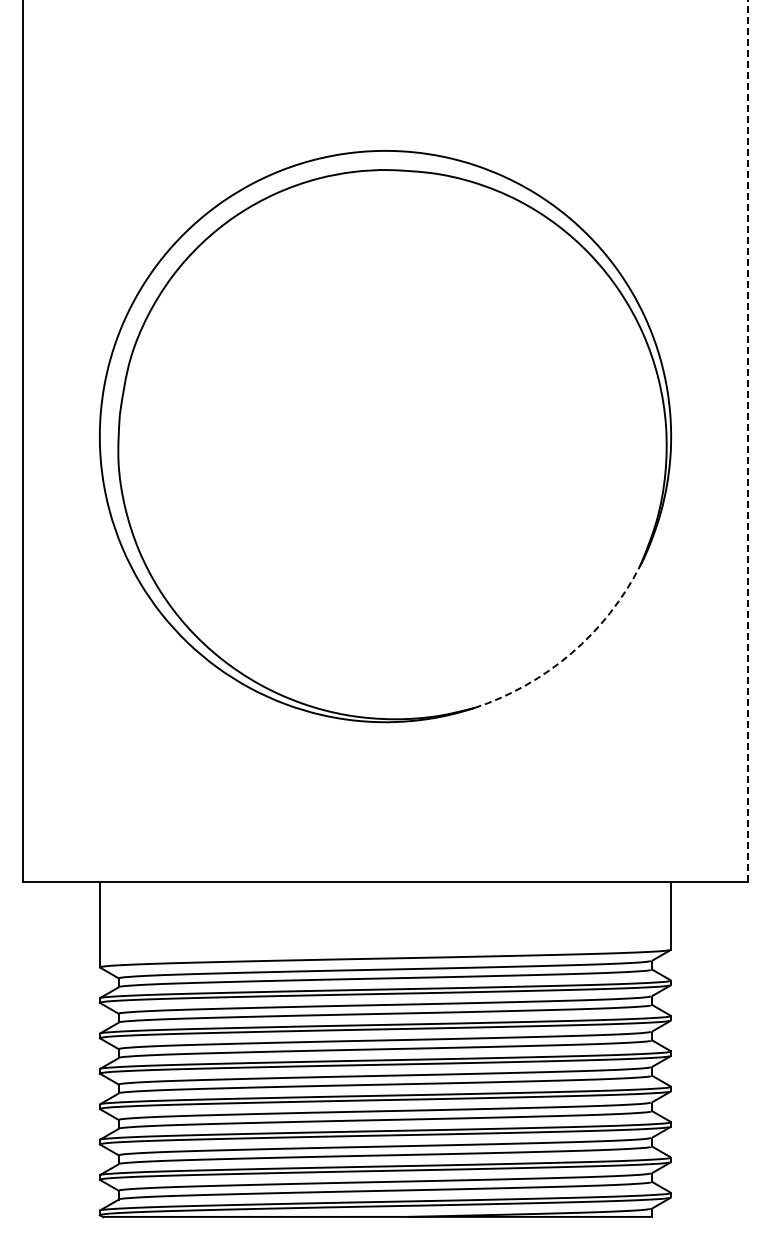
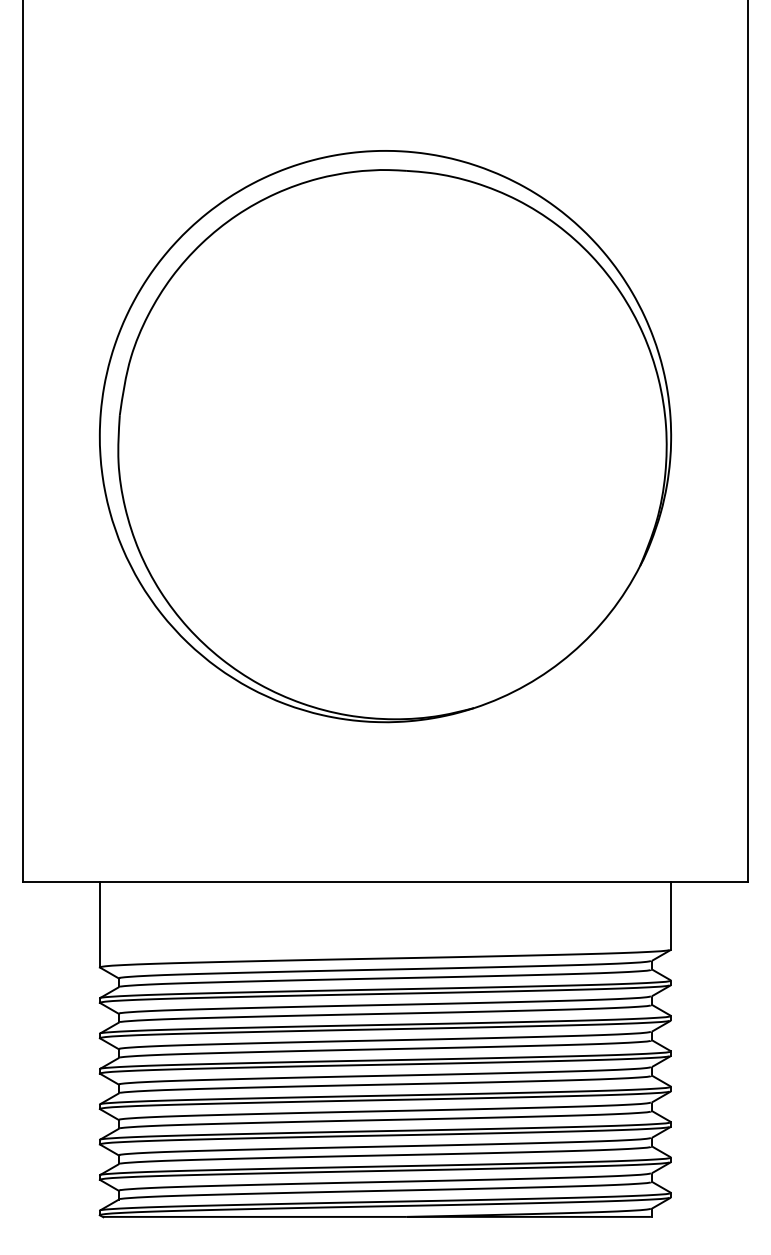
line at (747, 441): dashed -> solid
arc at (571, 653): dashed -> solid
